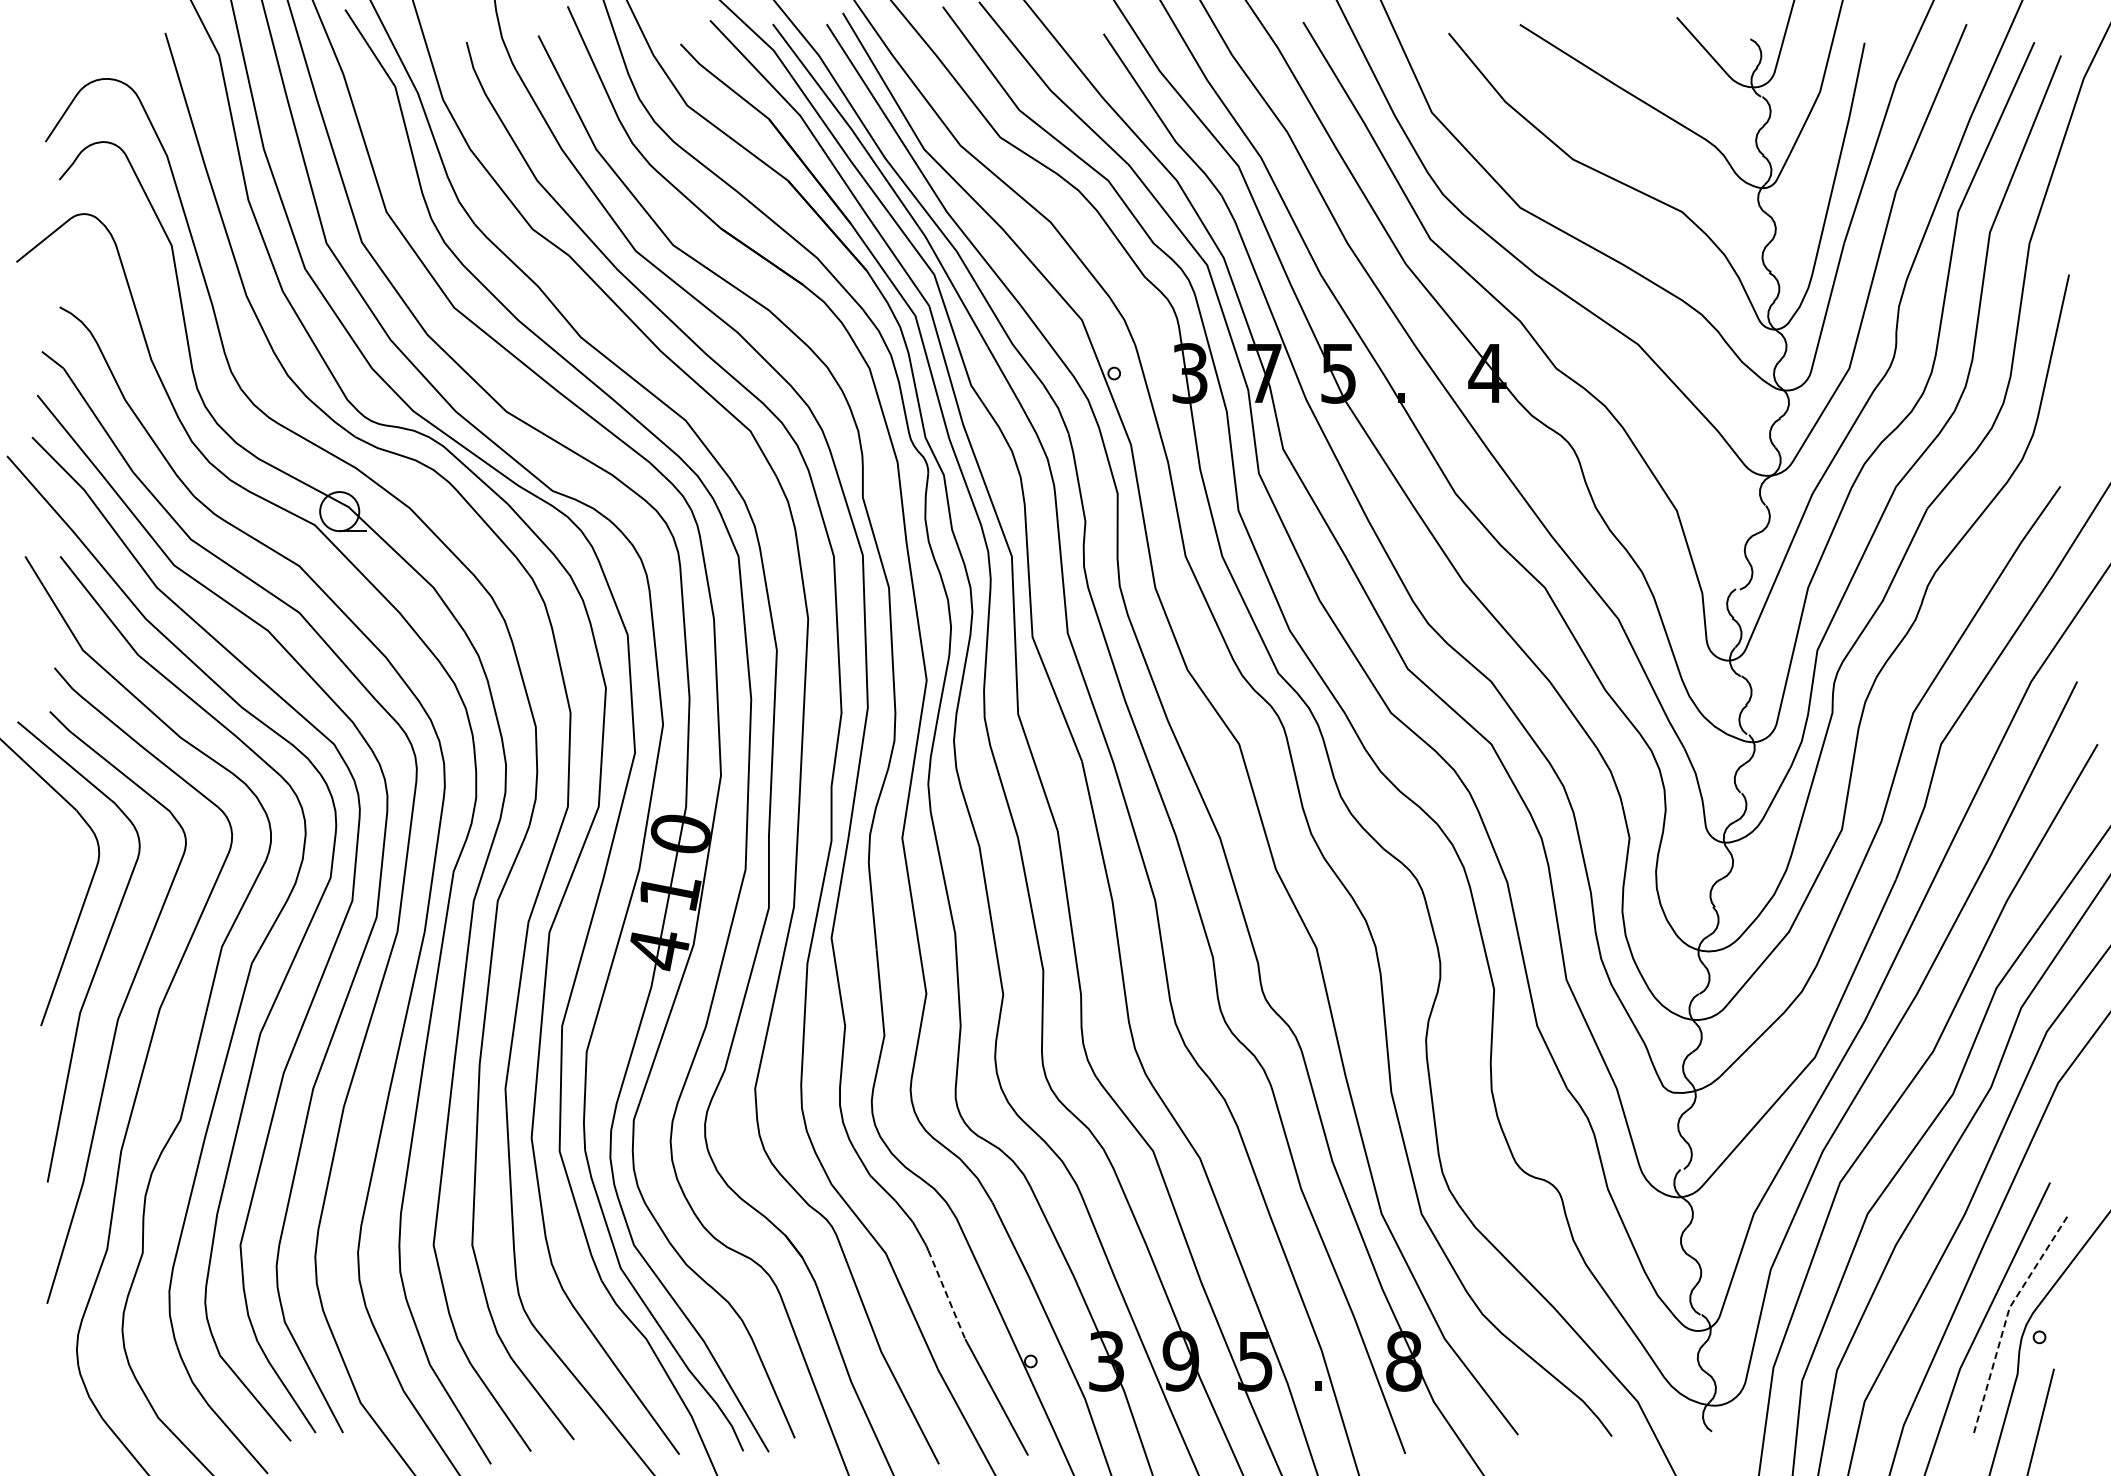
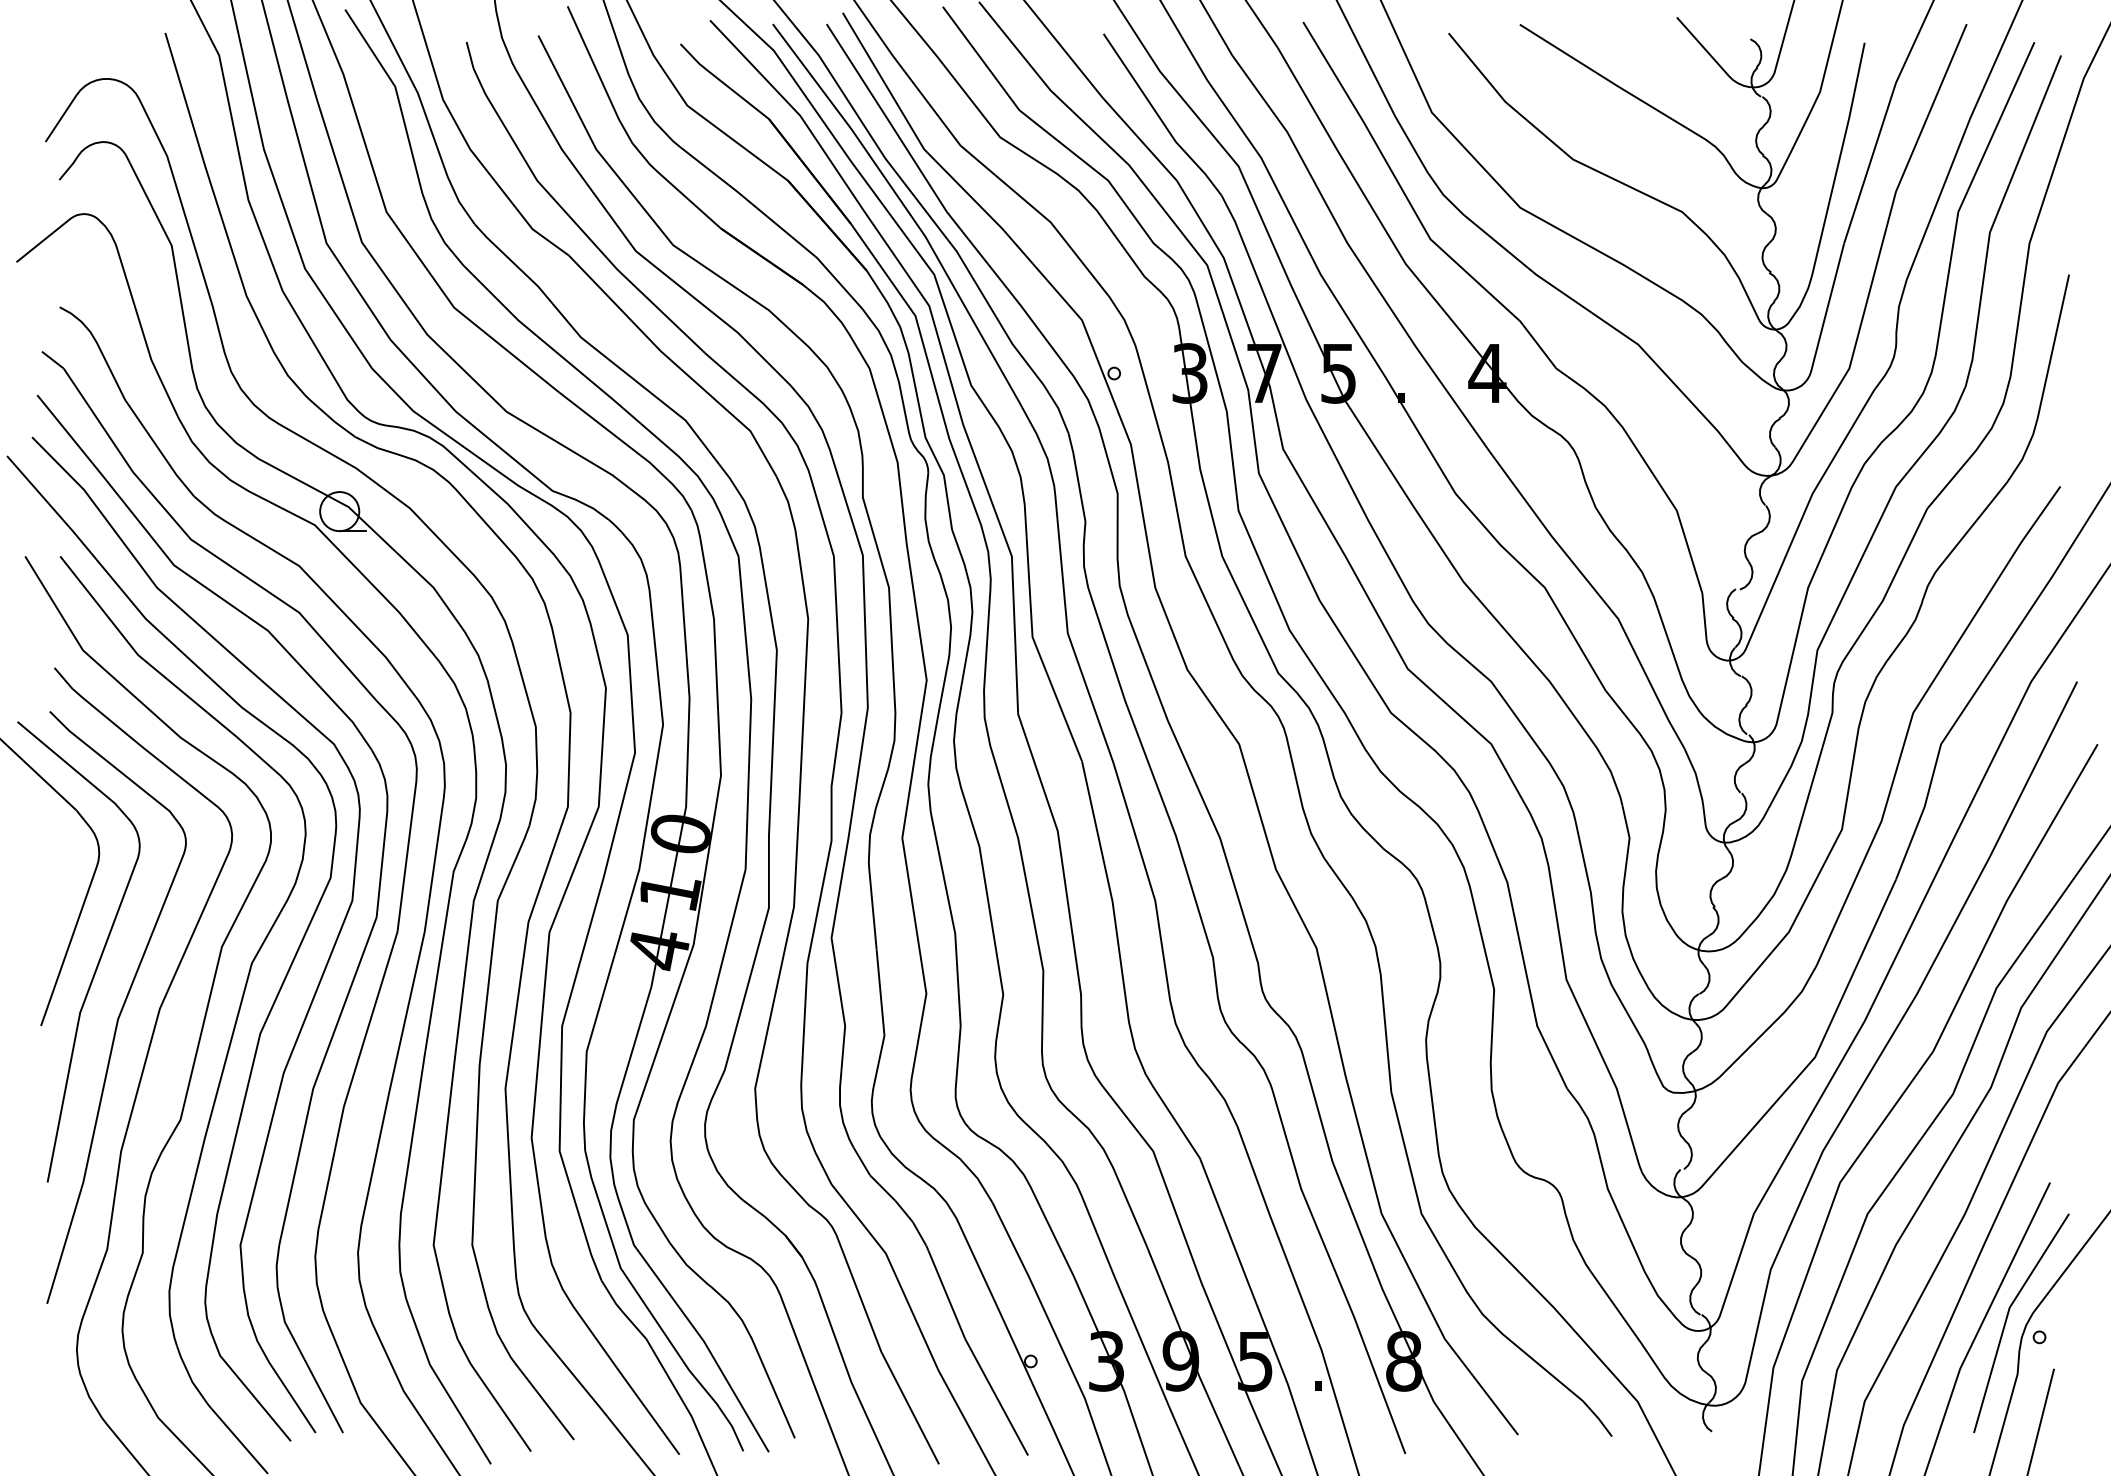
line at (946, 1294): dashed -> solid
line at (2007, 1316): dashed -> solid
